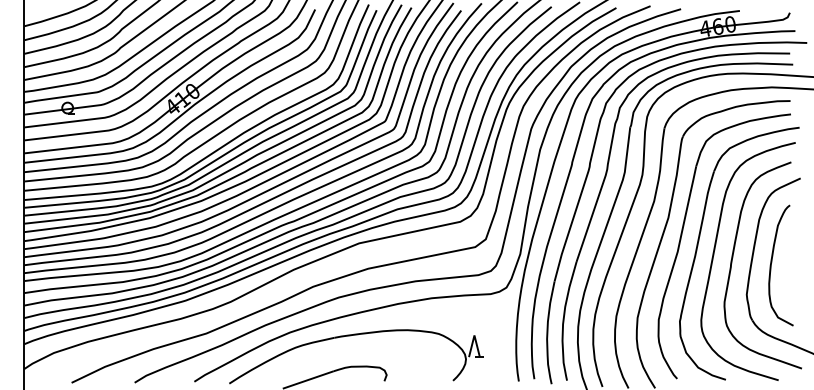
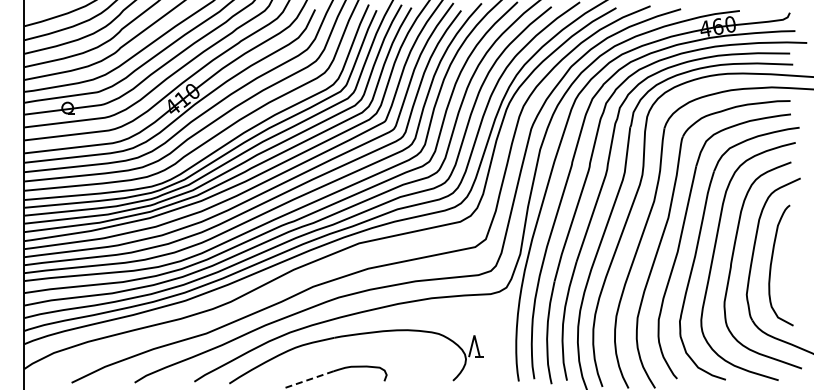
line at (308, 379): solid -> dashed
